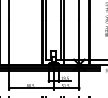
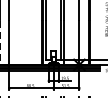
line at (0, 43): solid -> dashed
